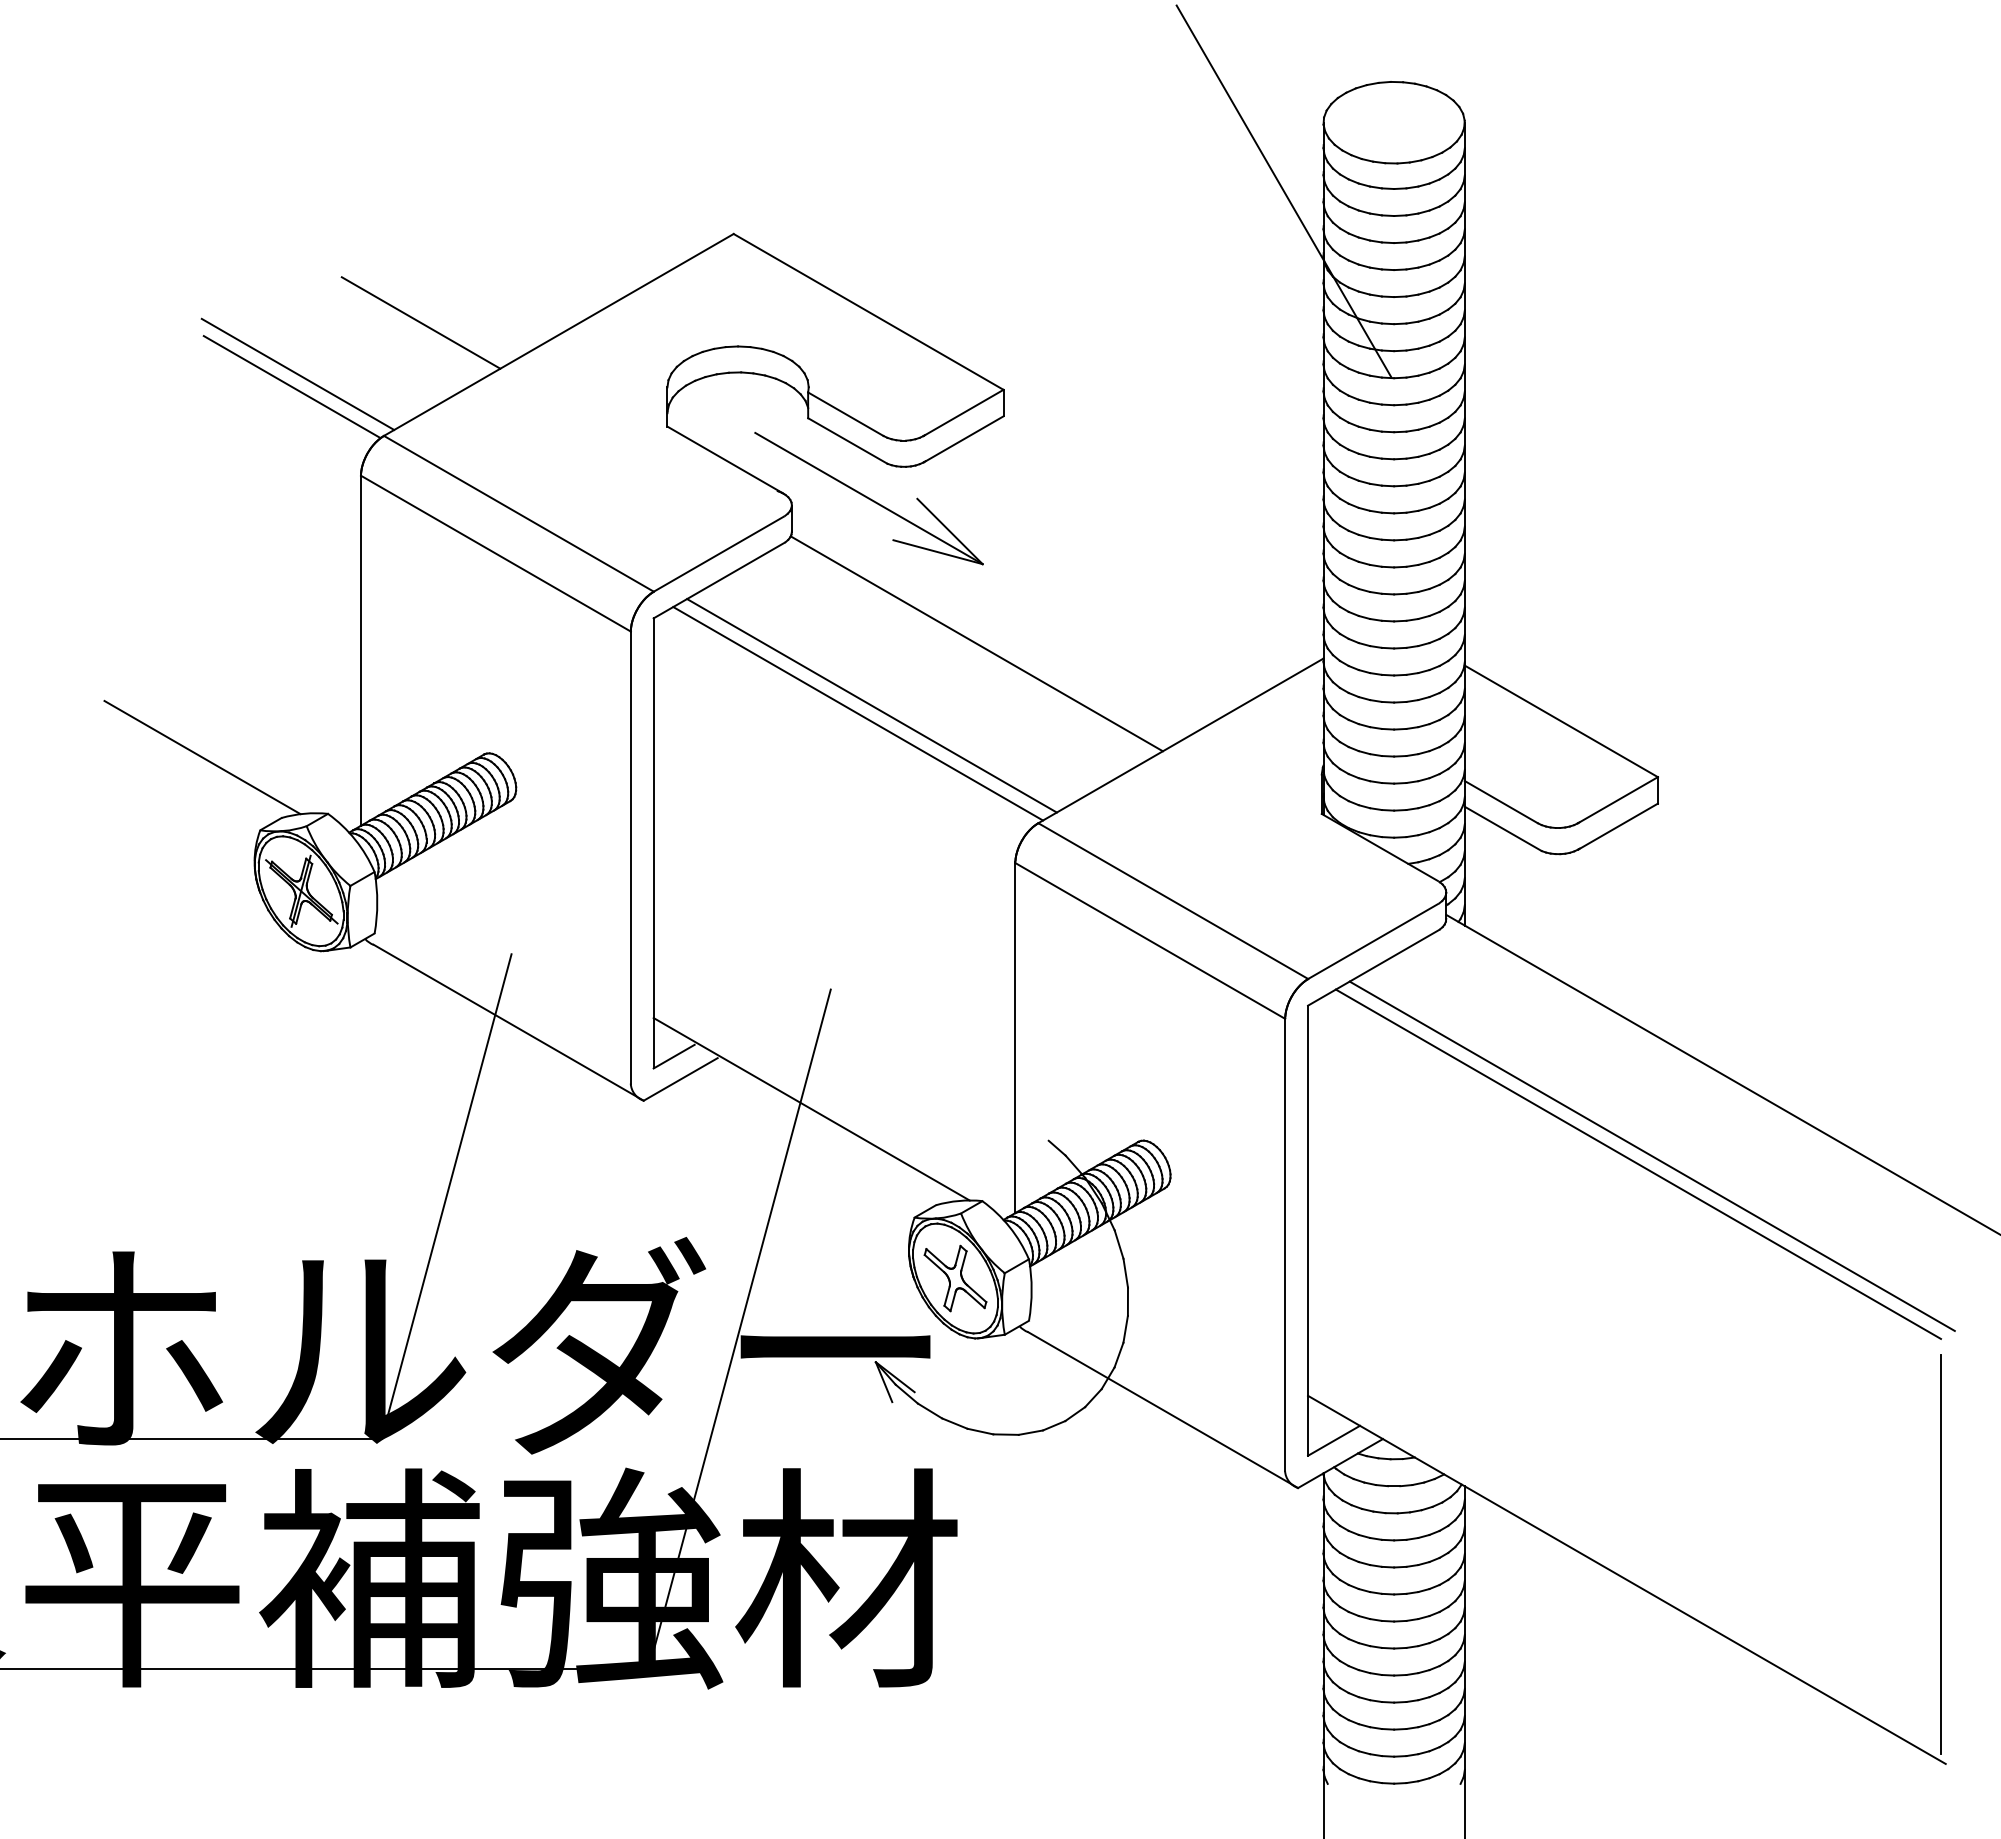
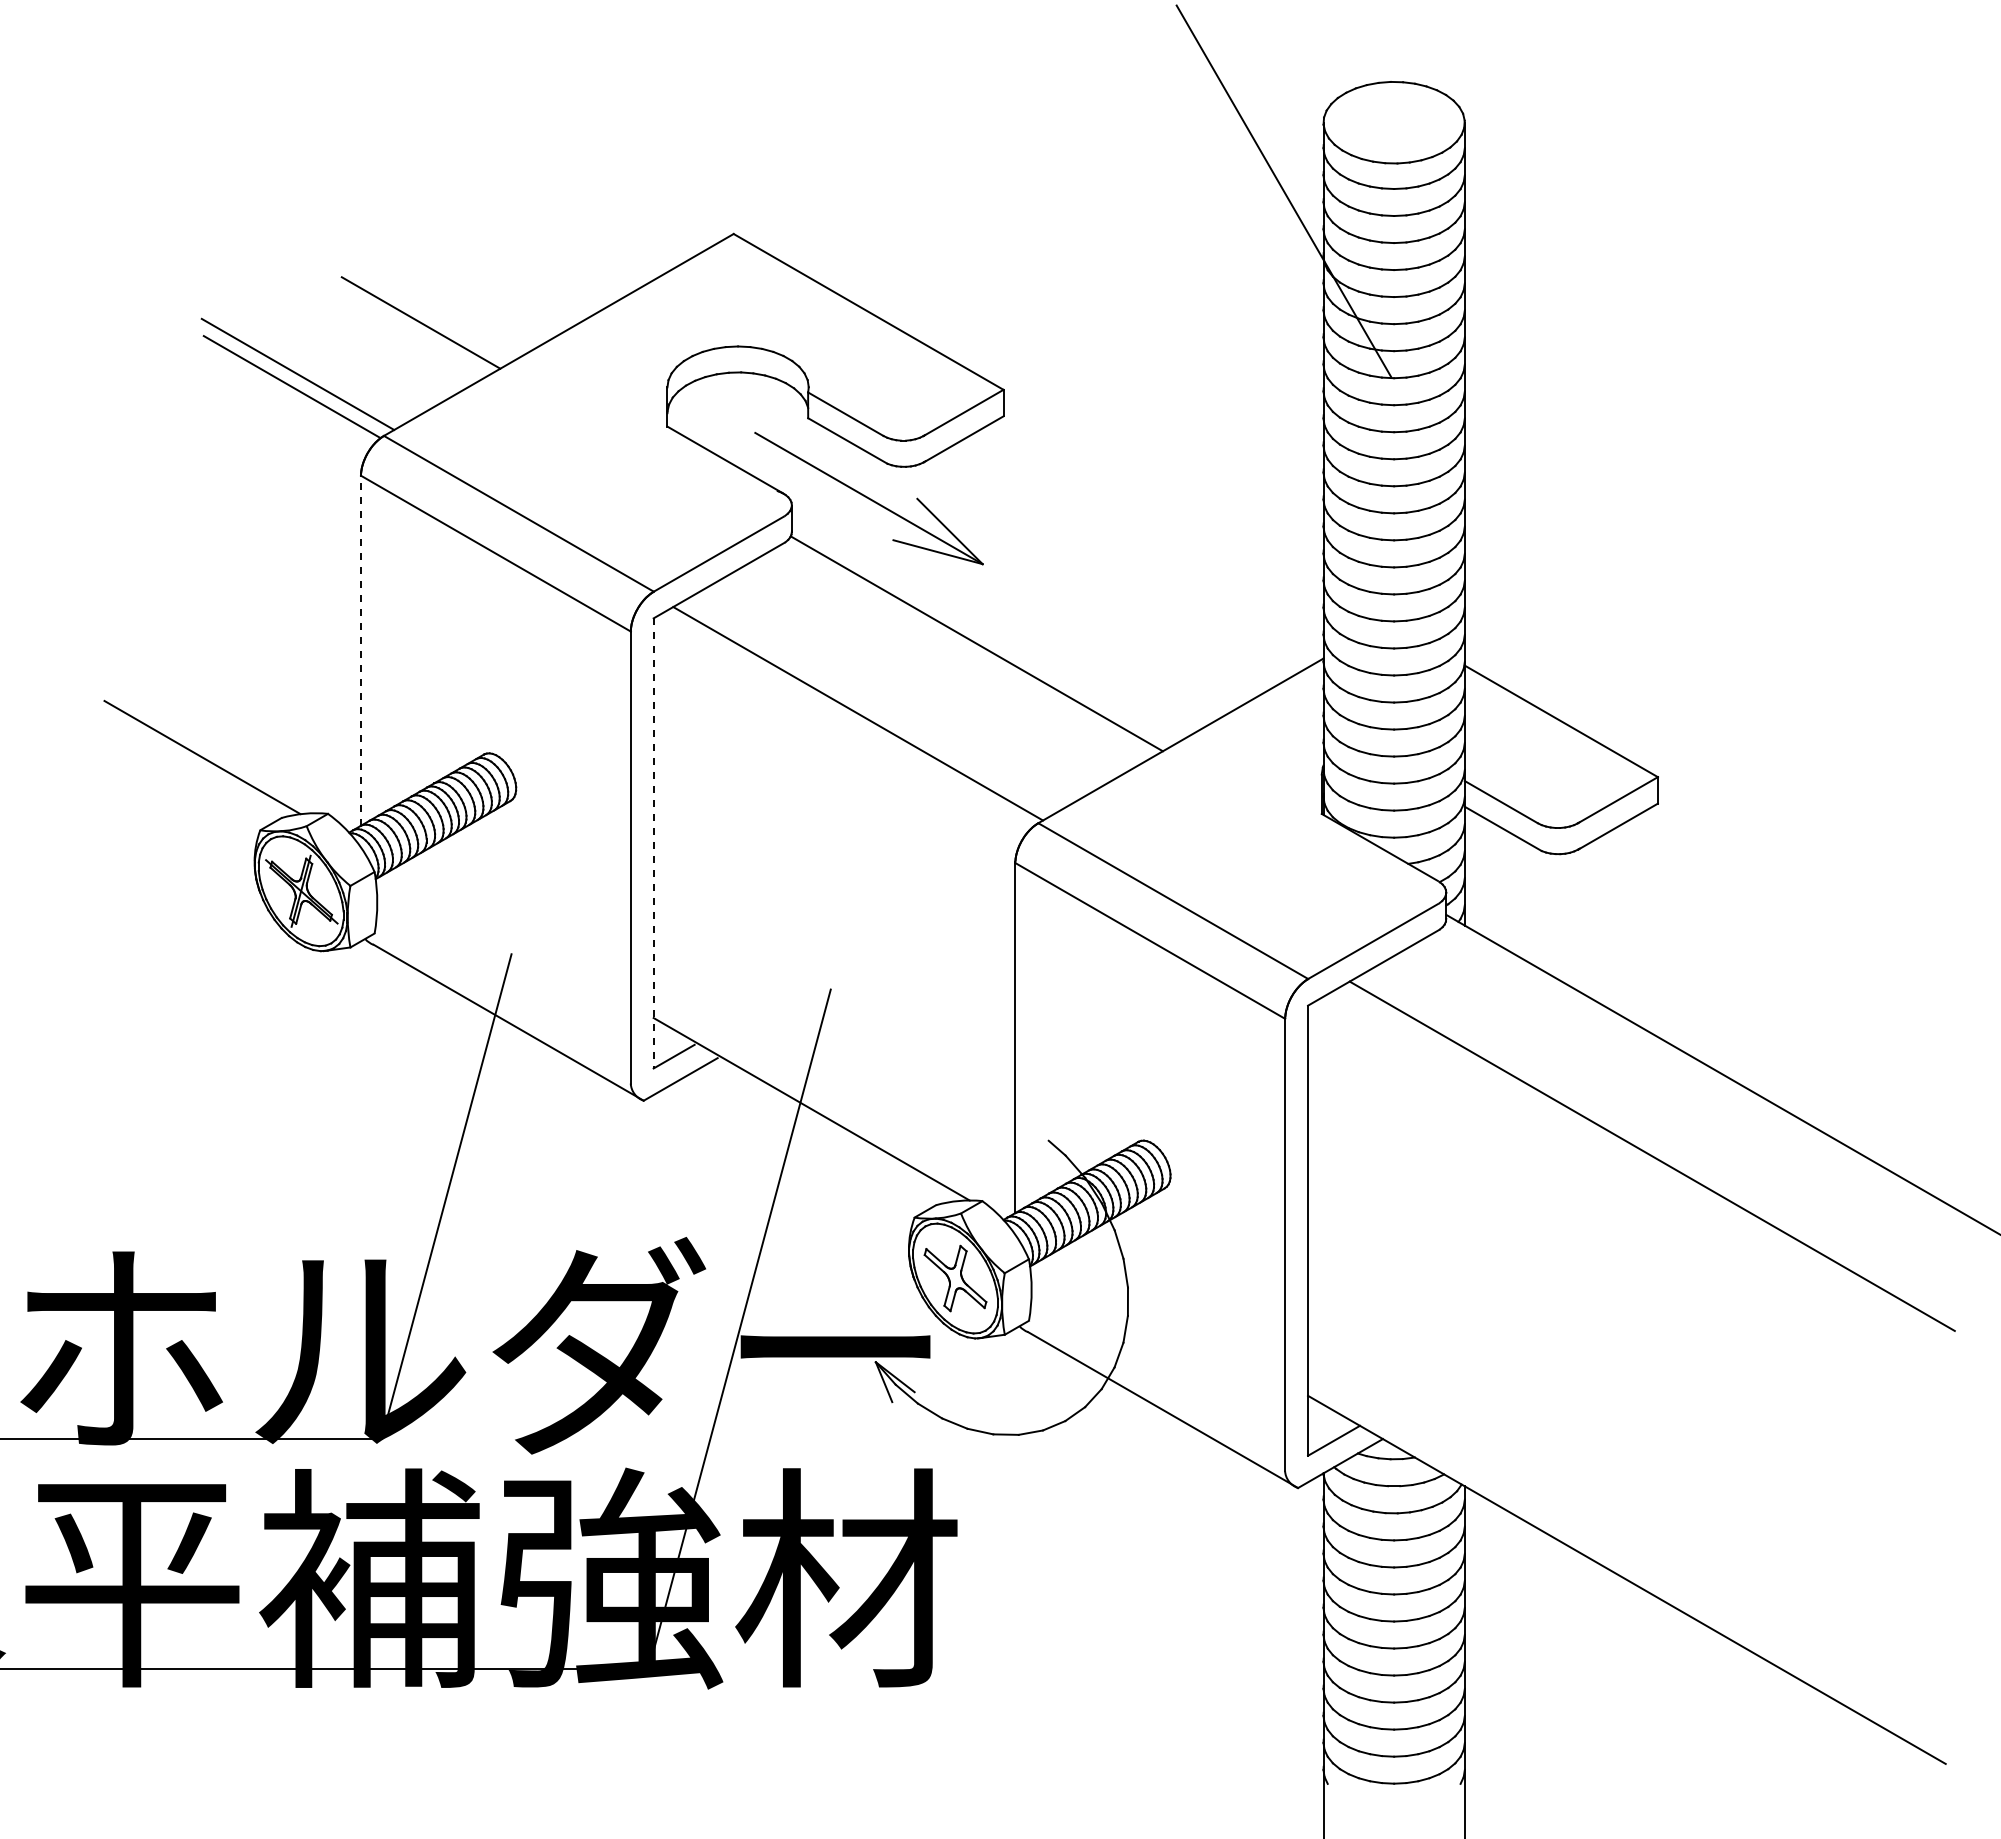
line at (360, 650): solid -> dashed
line at (871, 705): present -> none
line at (653, 843): solid -> dashed
line at (1638, 1163): present -> none
line at (1941, 1553): present -> none
